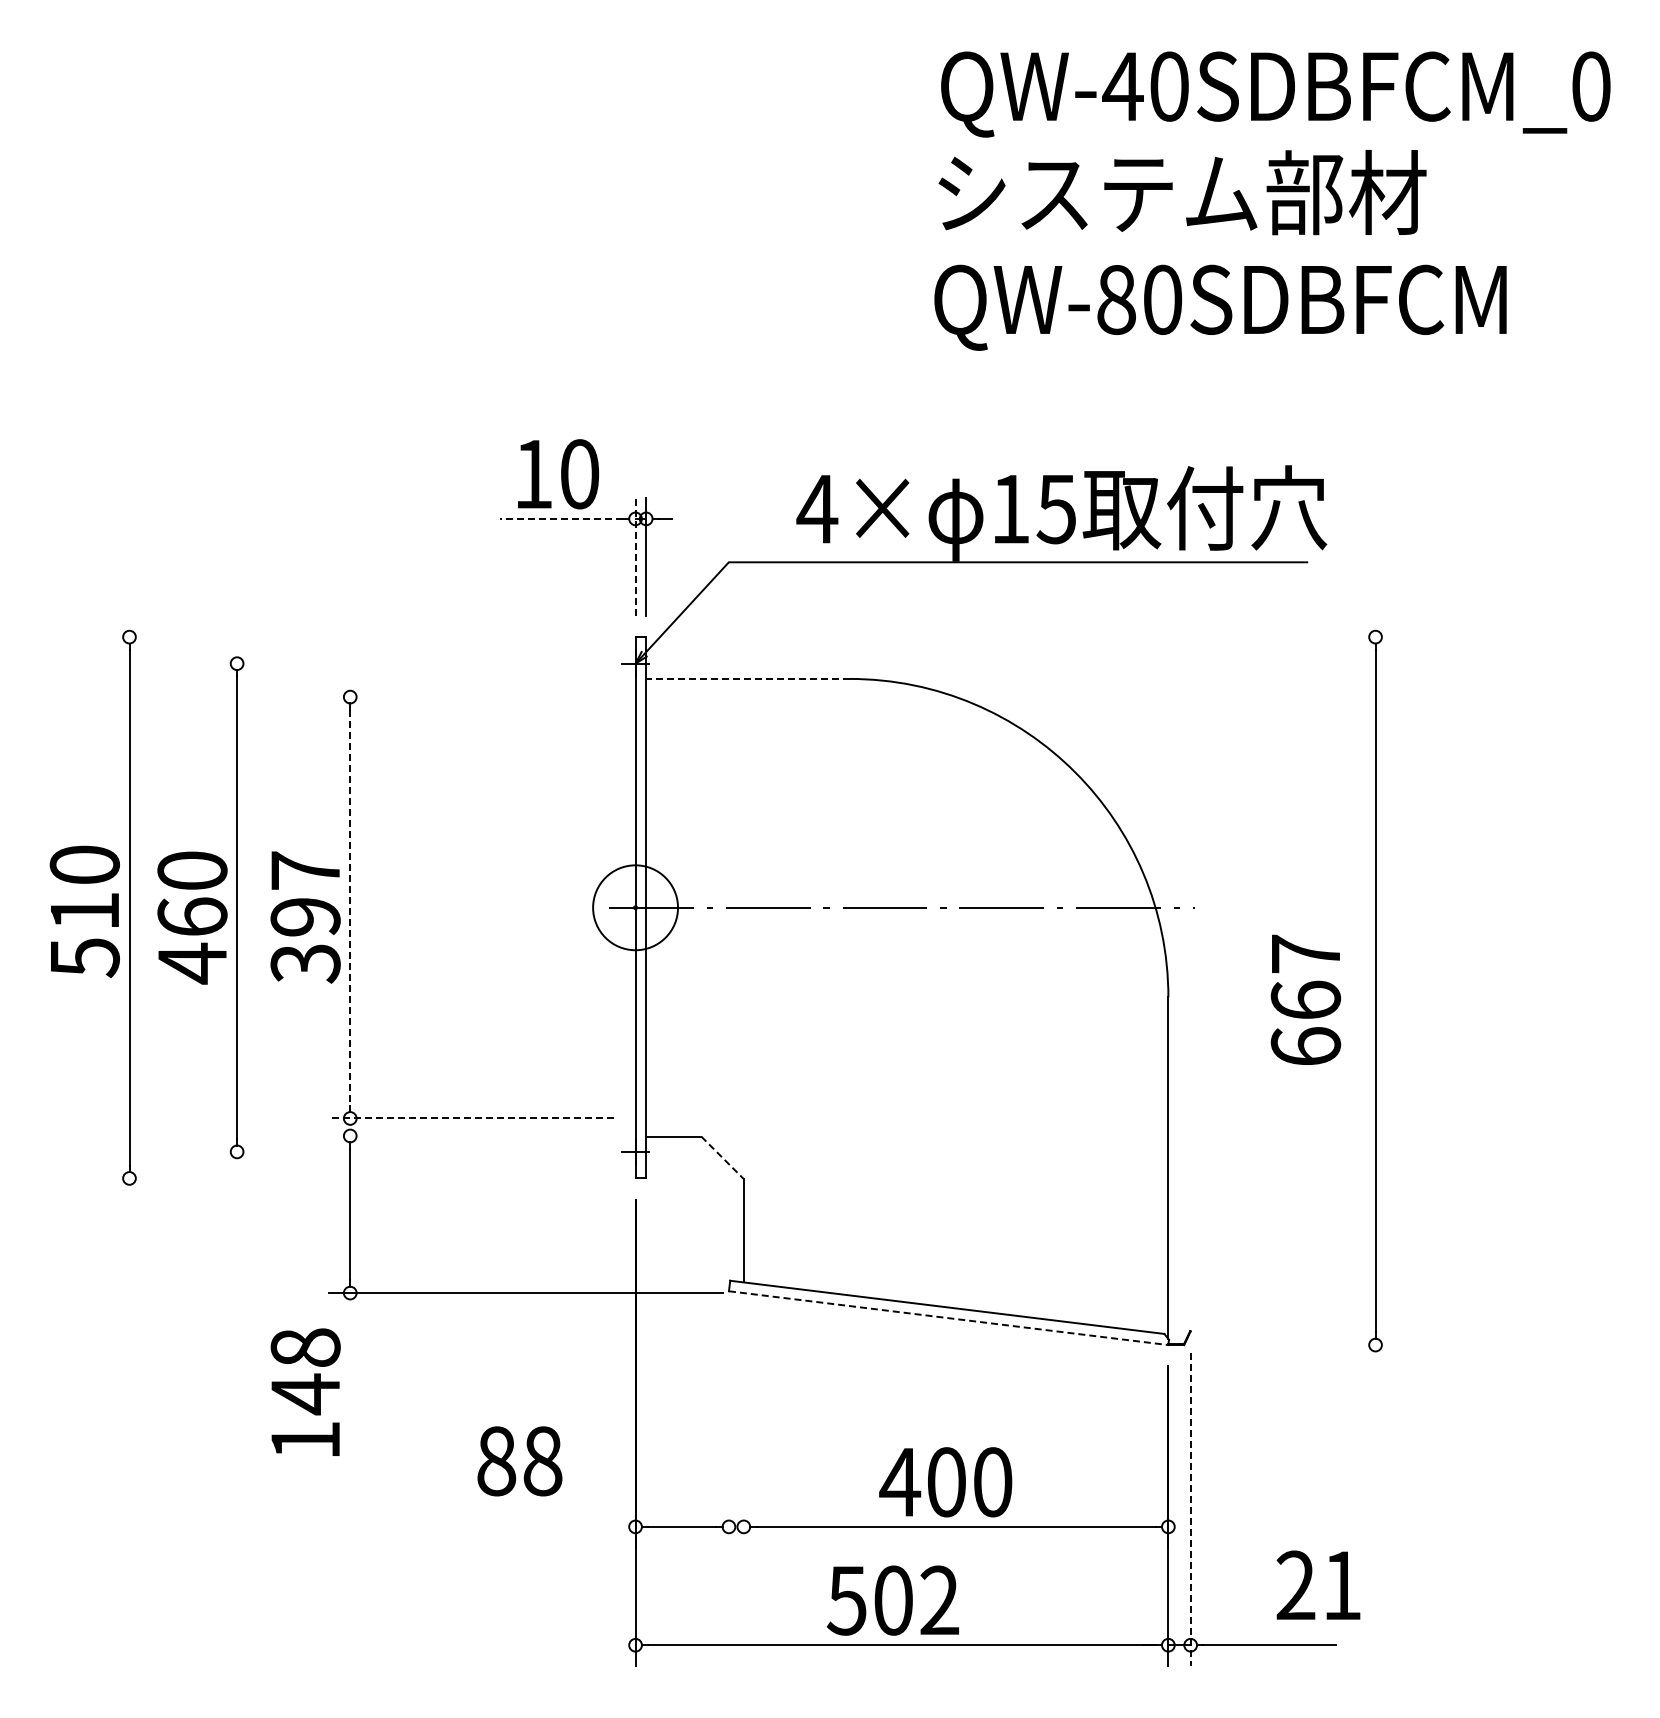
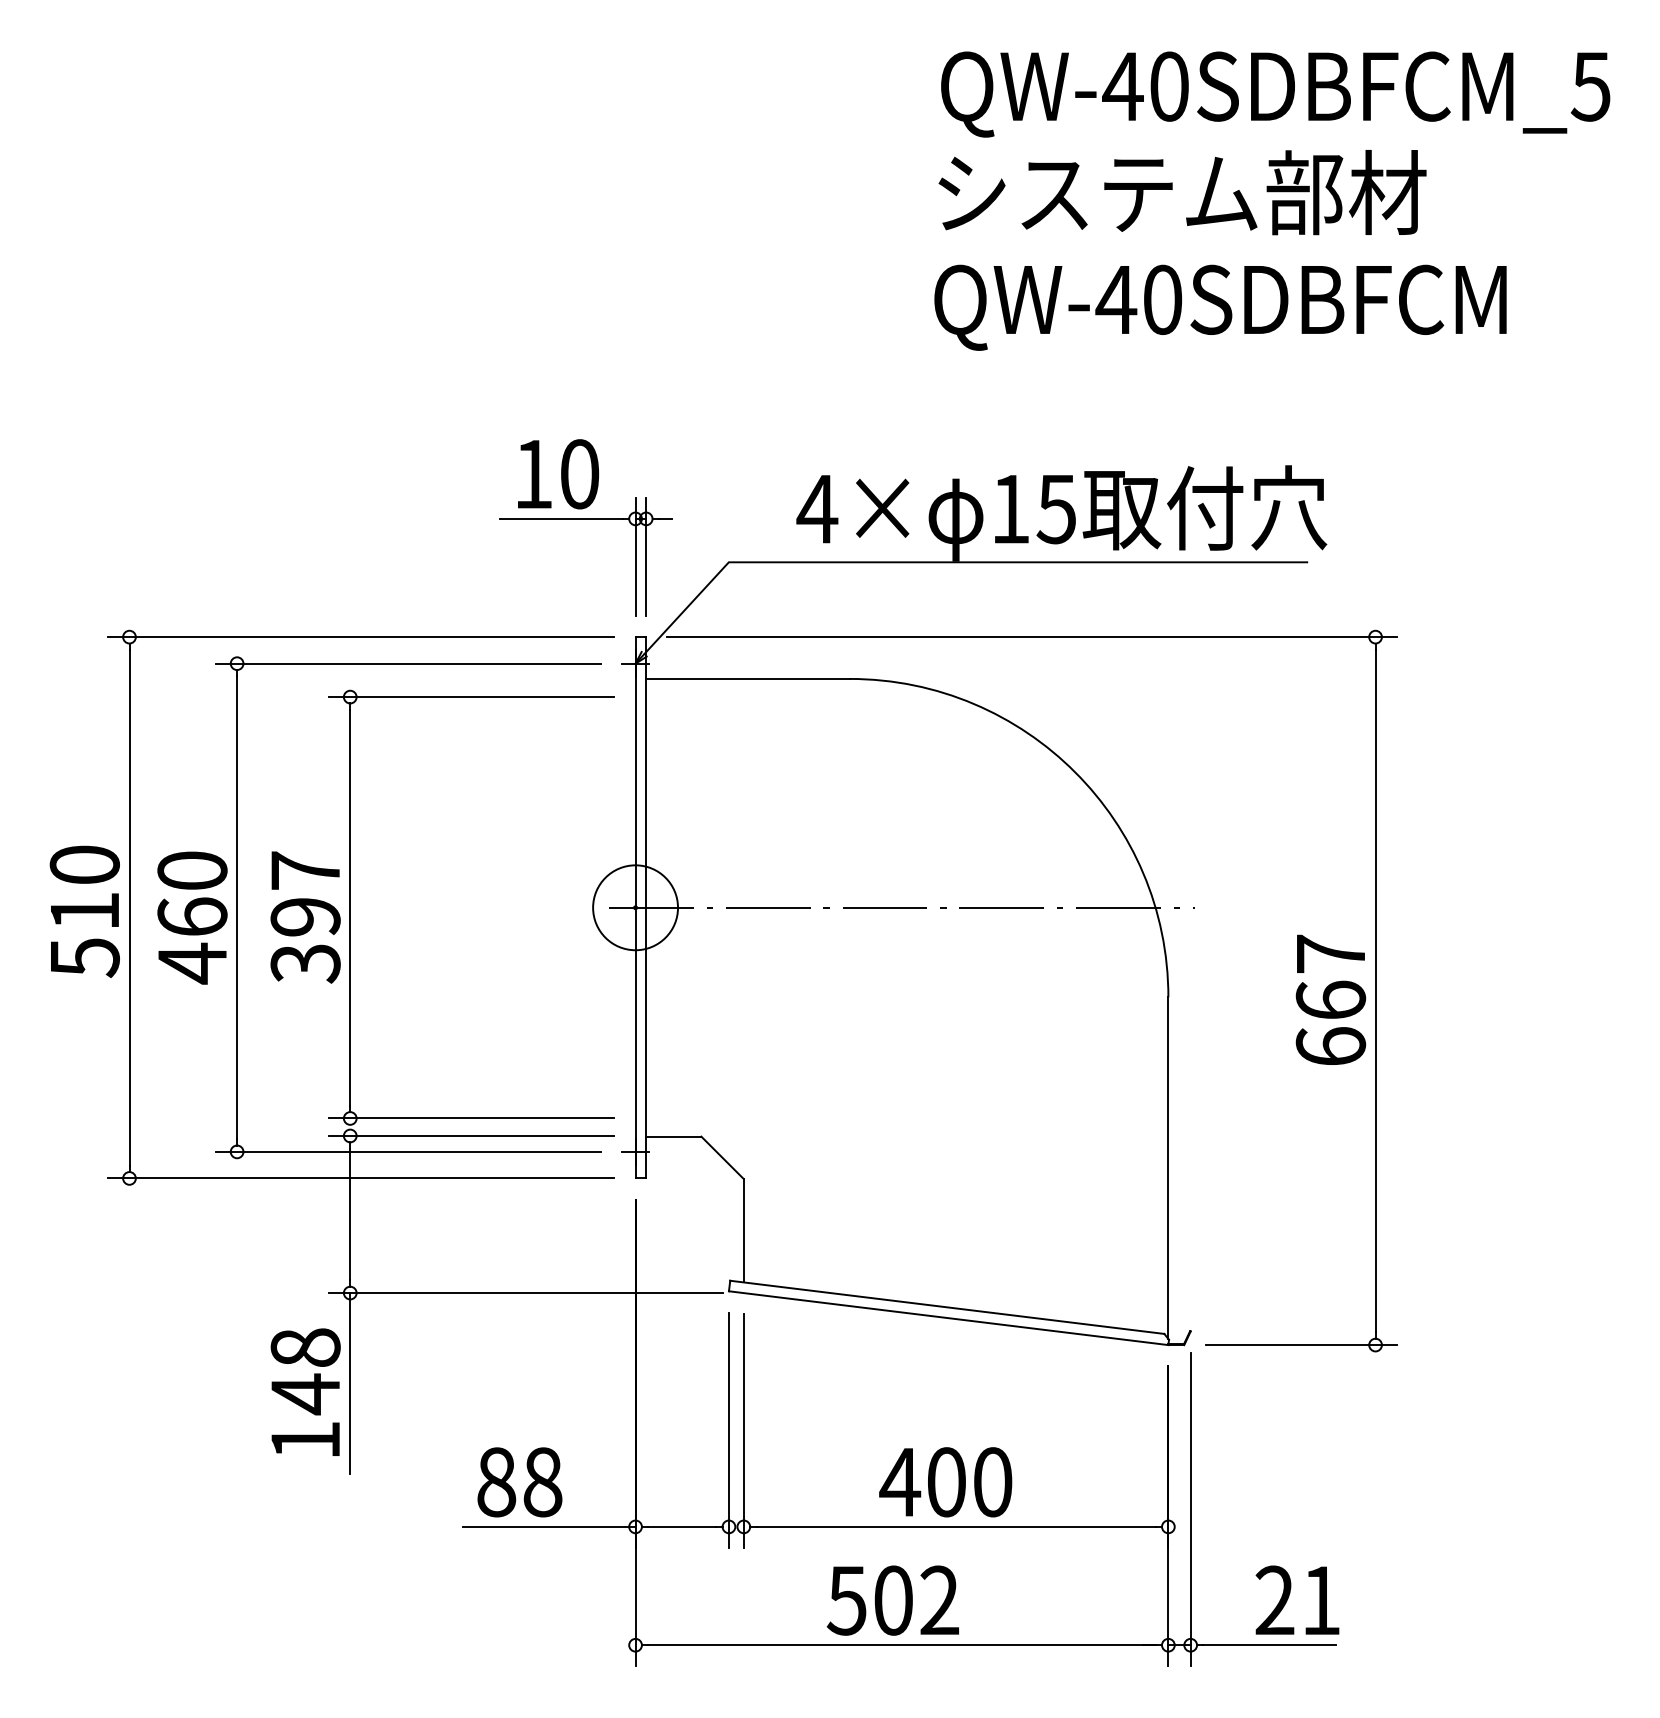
text at (1590, 86): QW-40SDBFCM_0 -> QW-40SDBFCM_5
text at (1116, 299): QW-80SDBFCM -> QW-40SDBFCM
line at (560, 518): dashed -> solid
line at (635, 556): dashed -> solid
line at (361, 637): none -> present
line at (1031, 637): none -> present
line at (408, 663): none -> present
line at (748, 678): dashed -> solid
line at (471, 697): none -> present
line at (350, 907): dashed -> solid
text at (1305, 999) position: (1305, 999) -> (1330, 999)
line at (471, 1118): dashed -> solid
line at (471, 1135): none -> present
line at (408, 1151): none -> present
line at (722, 1158): dashed -> solid
line at (361, 1178): none -> present
line at (949, 1318): dashed -> solid
line at (1300, 1345): none -> present
line at (350, 1383): none -> present
line at (728, 1430): none -> present
line at (743, 1431): none -> present
text at (519, 1461) position: (519, 1461) -> (519, 1482)
line at (1190, 1509): dashed -> solid
line at (549, 1526): none -> present
text at (1318, 1584) position: (1318, 1584) -> (1297, 1599)
